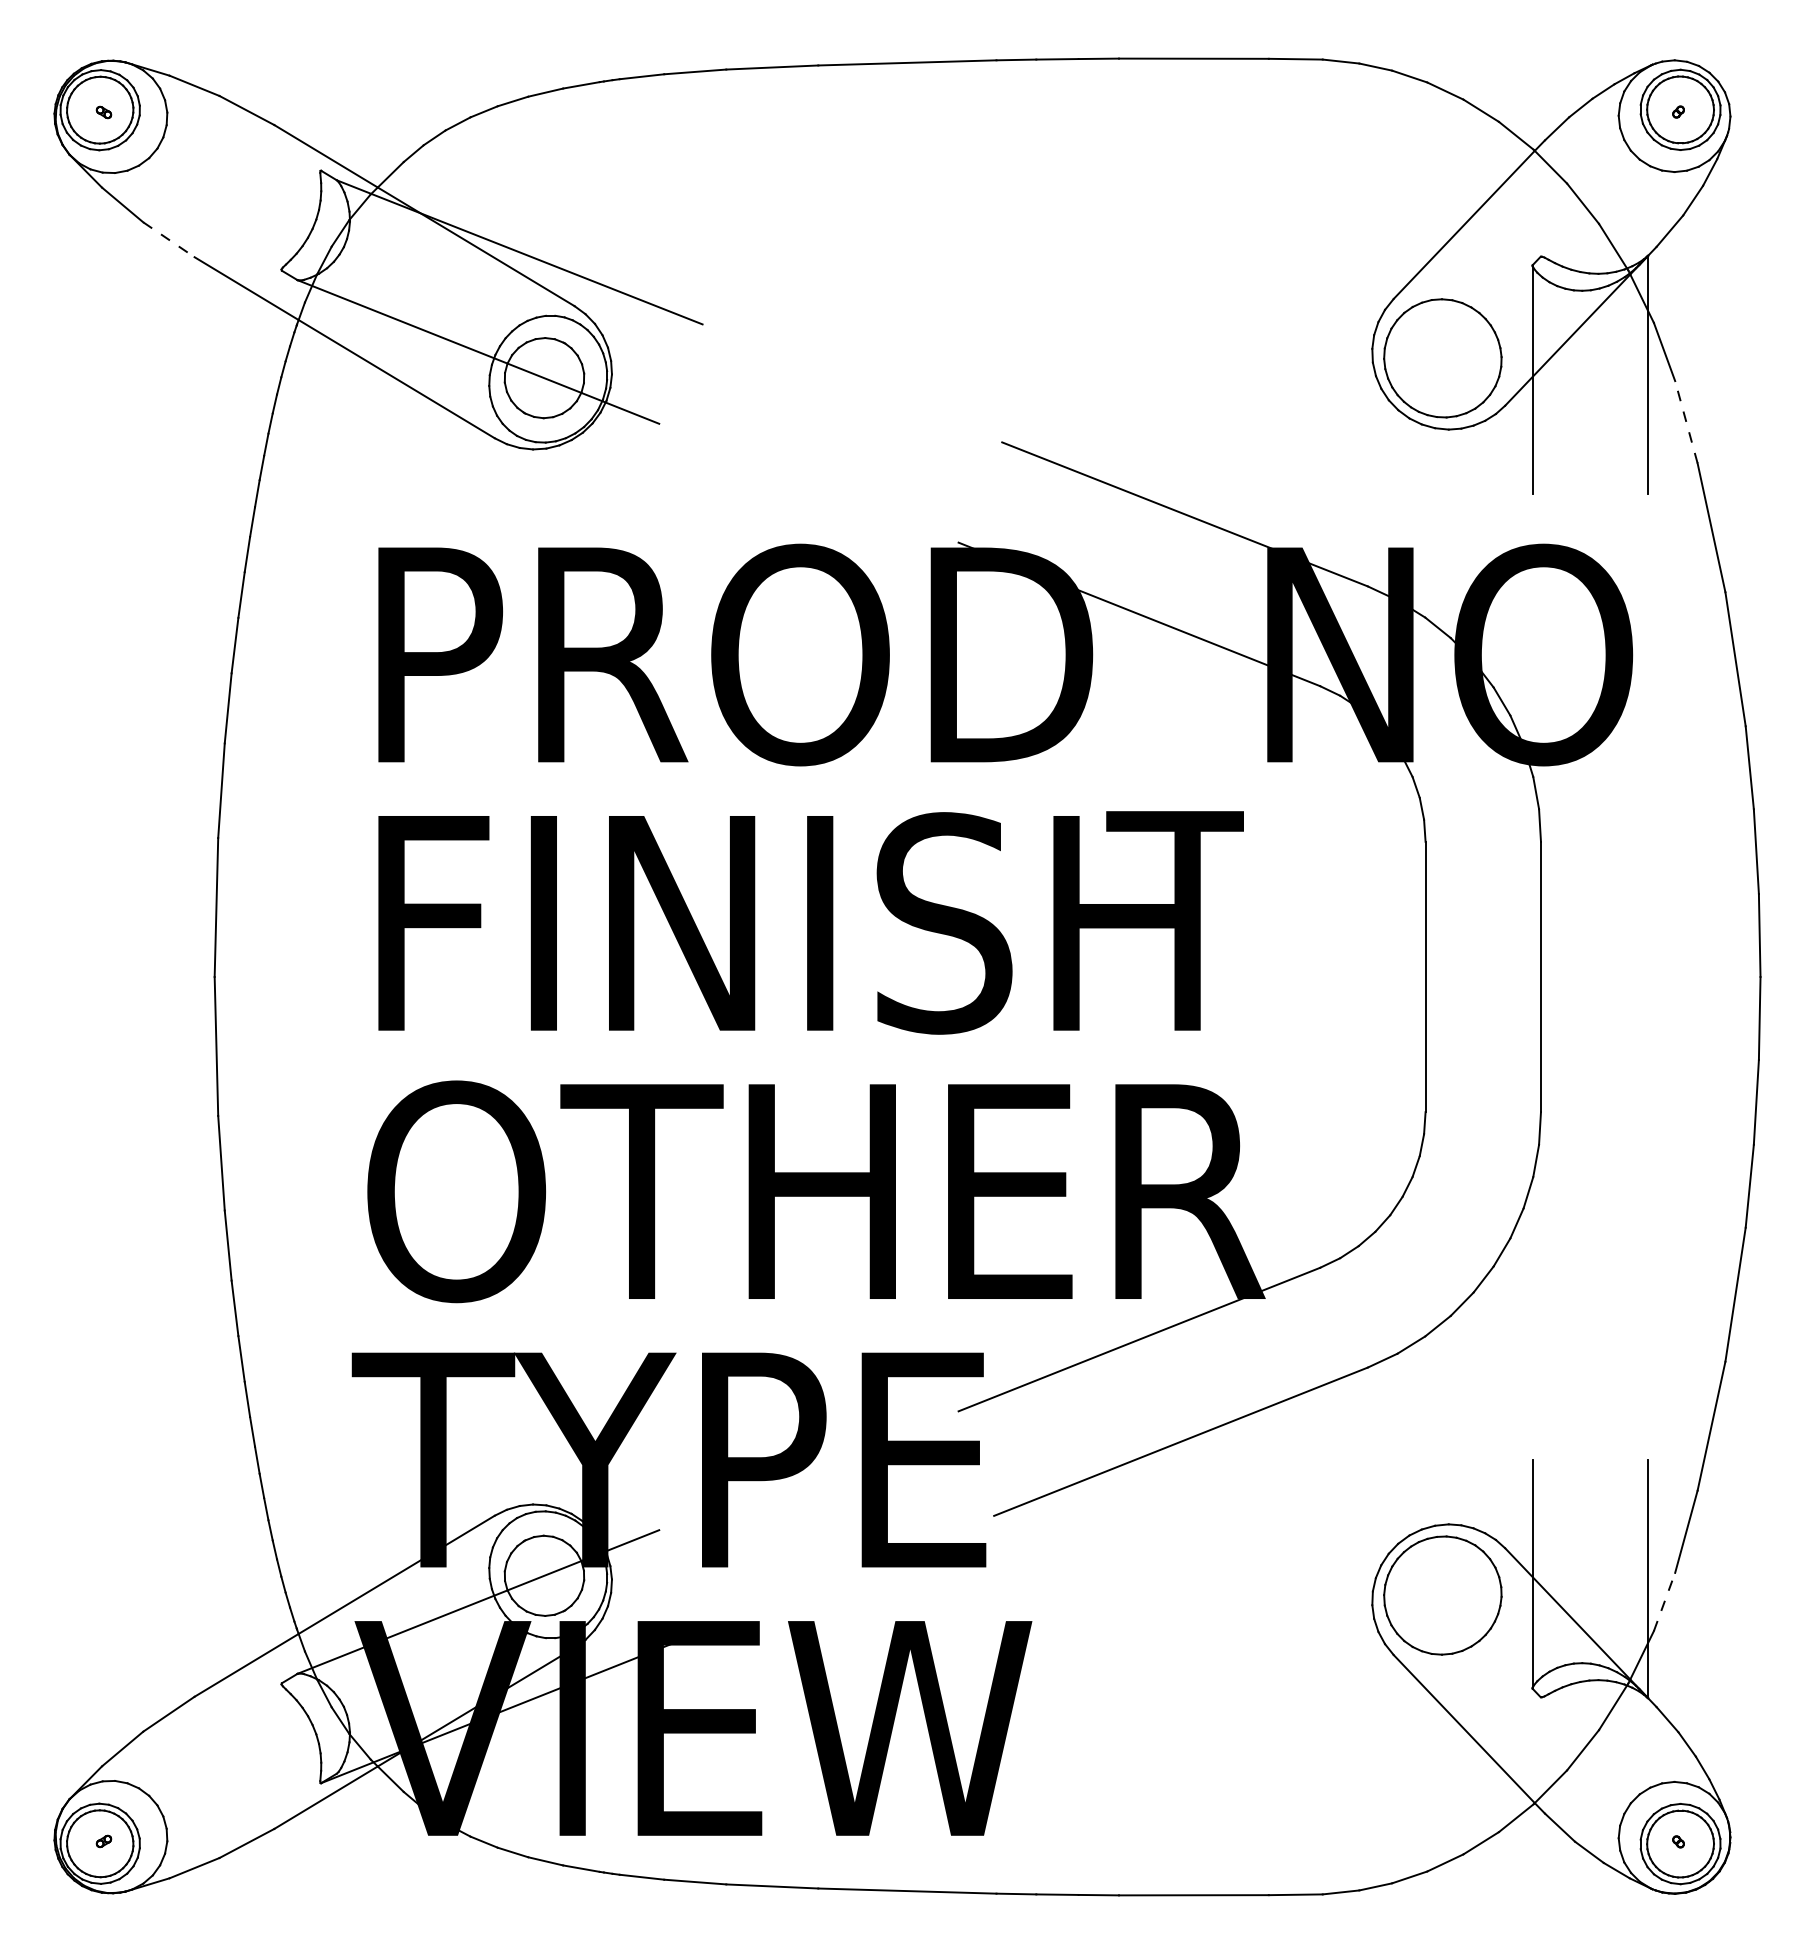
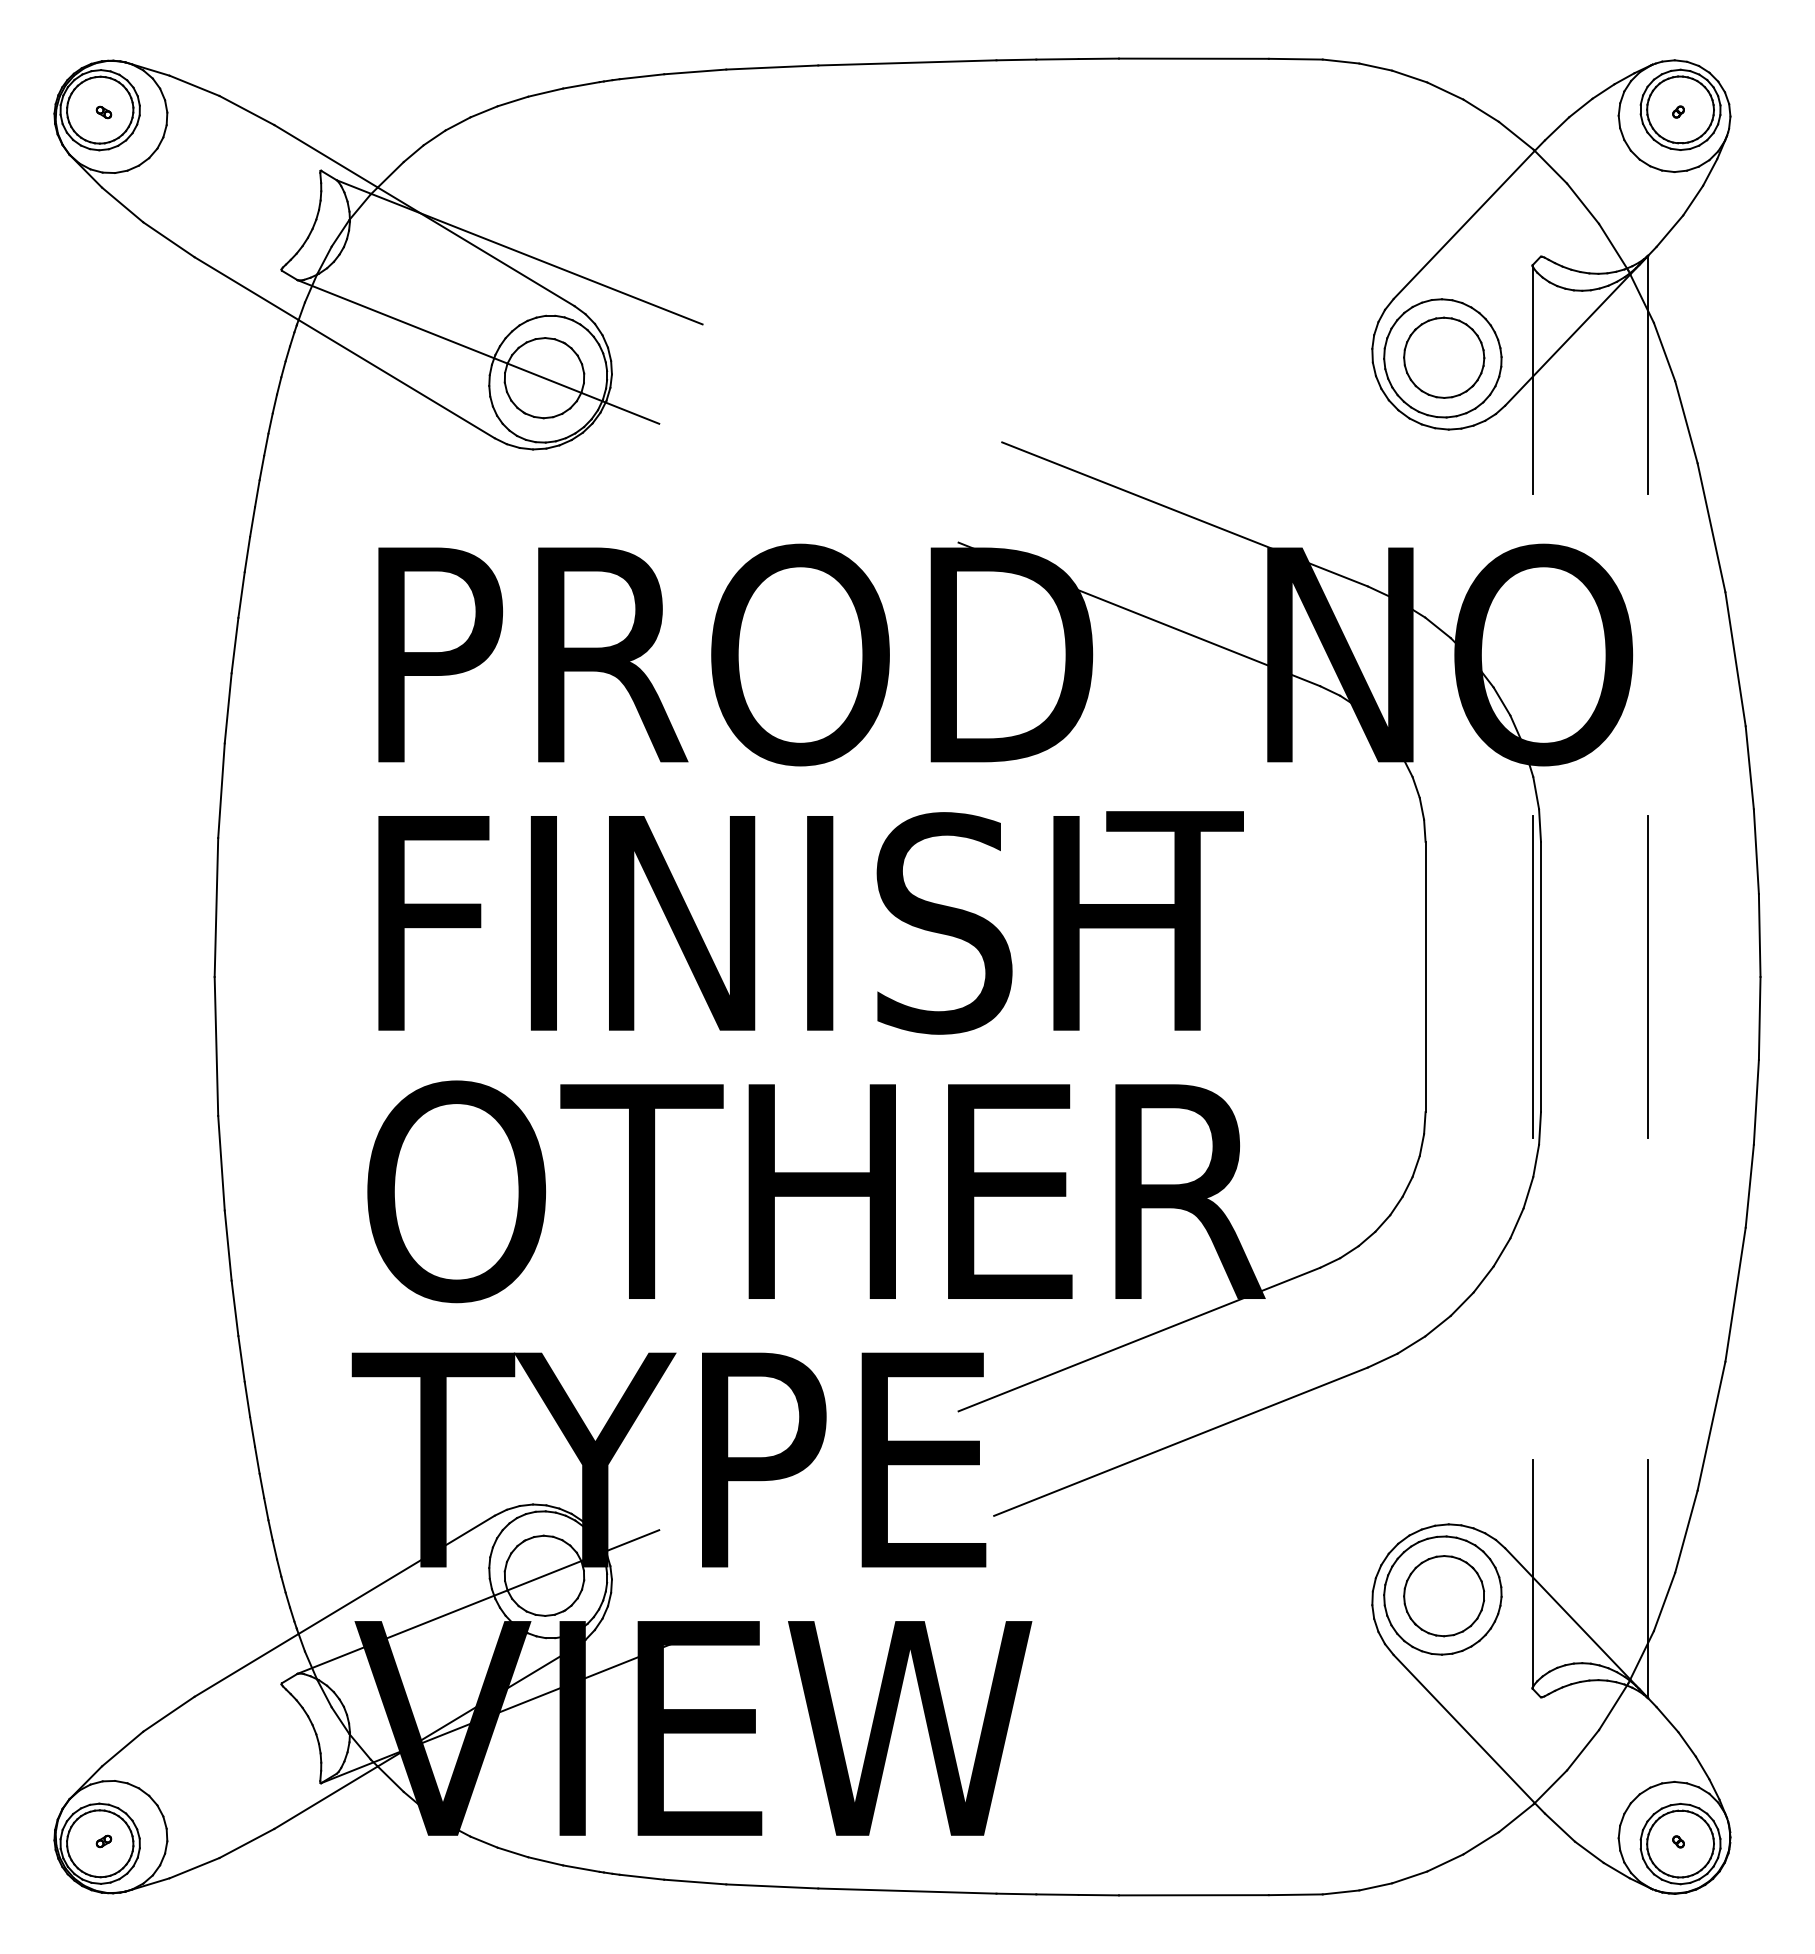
line at (169, 240): dashed -> solid
part at (1444, 357): none -> present
line at (1686, 422): dashed -> solid
line at (1532, 976): none -> present
line at (1647, 976): none -> present
part at (1444, 1596): none -> present
line at (1664, 1601): dashed -> solid
